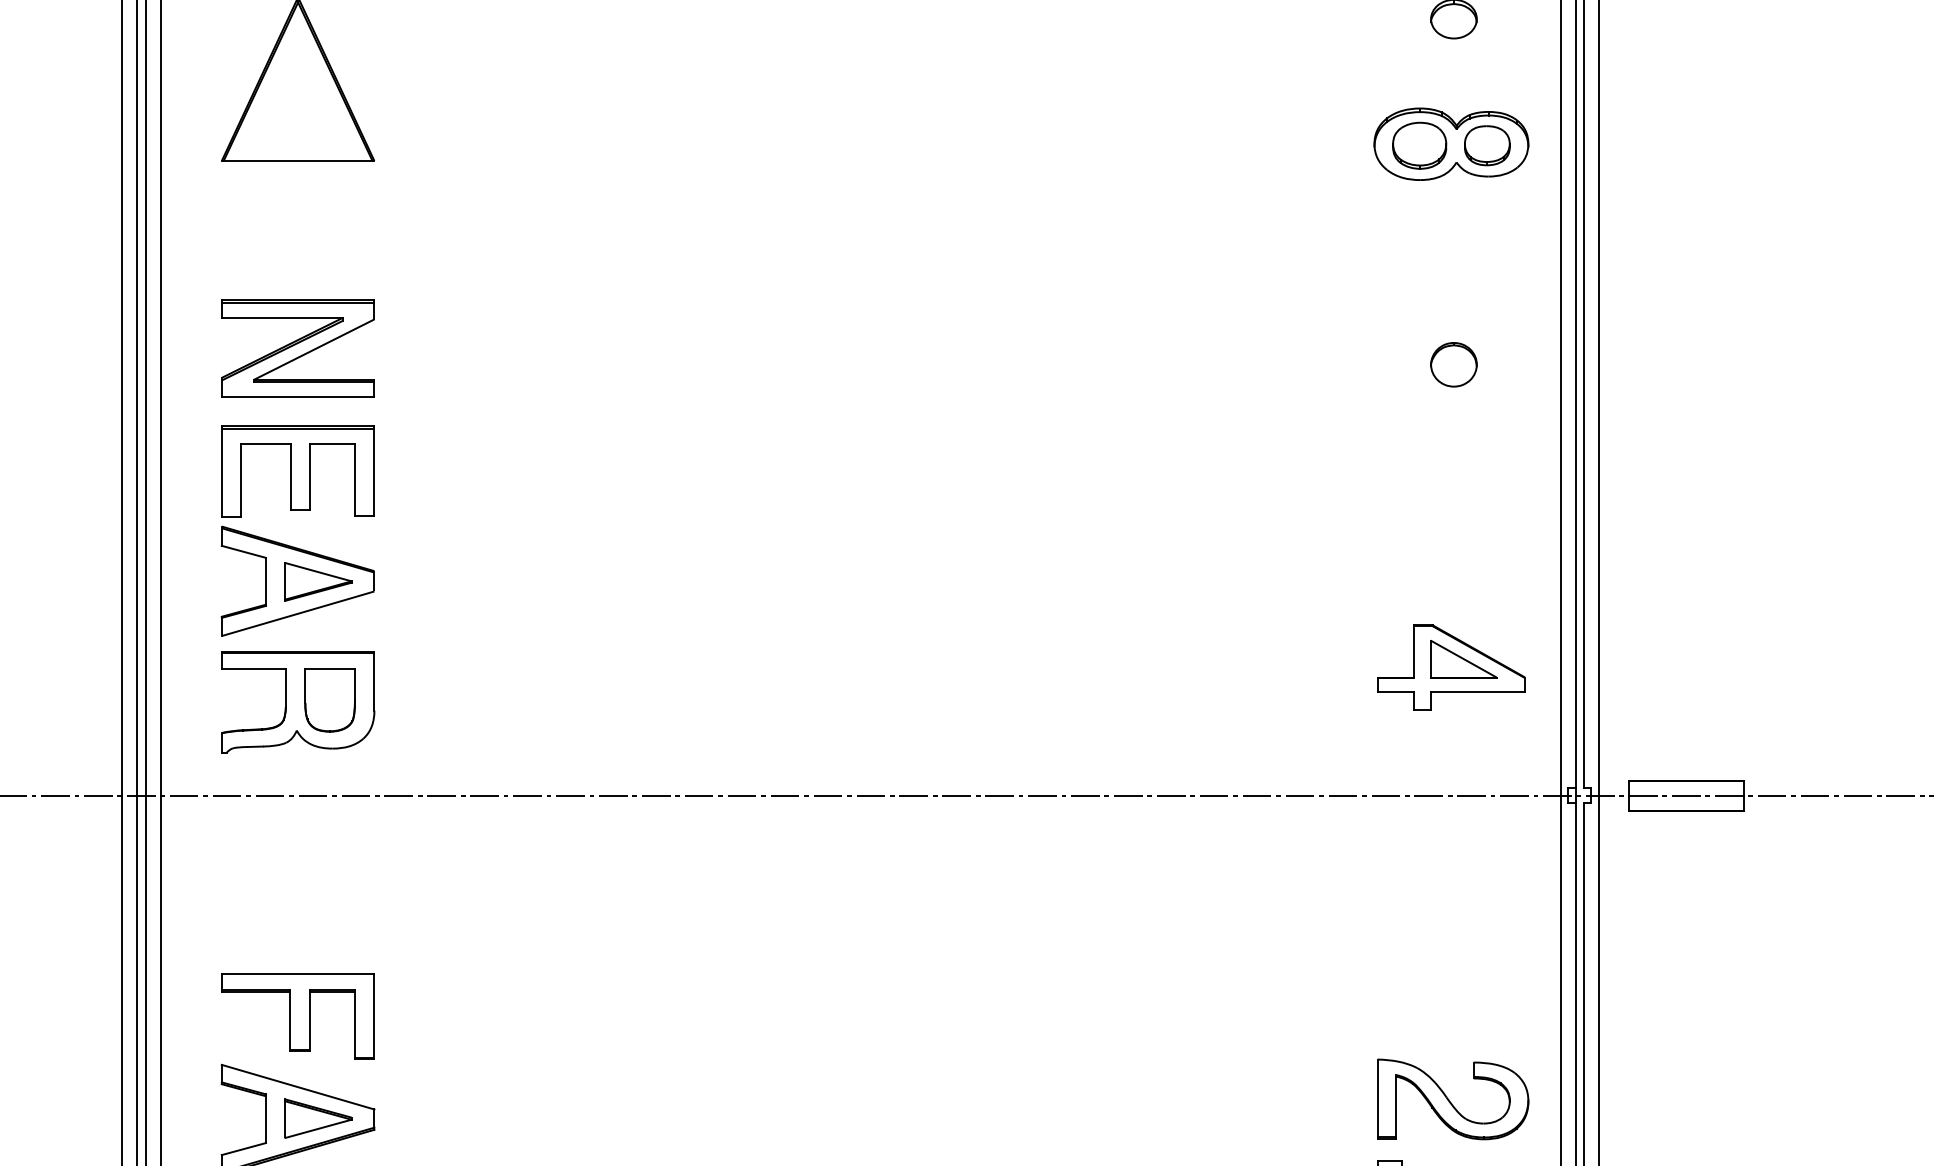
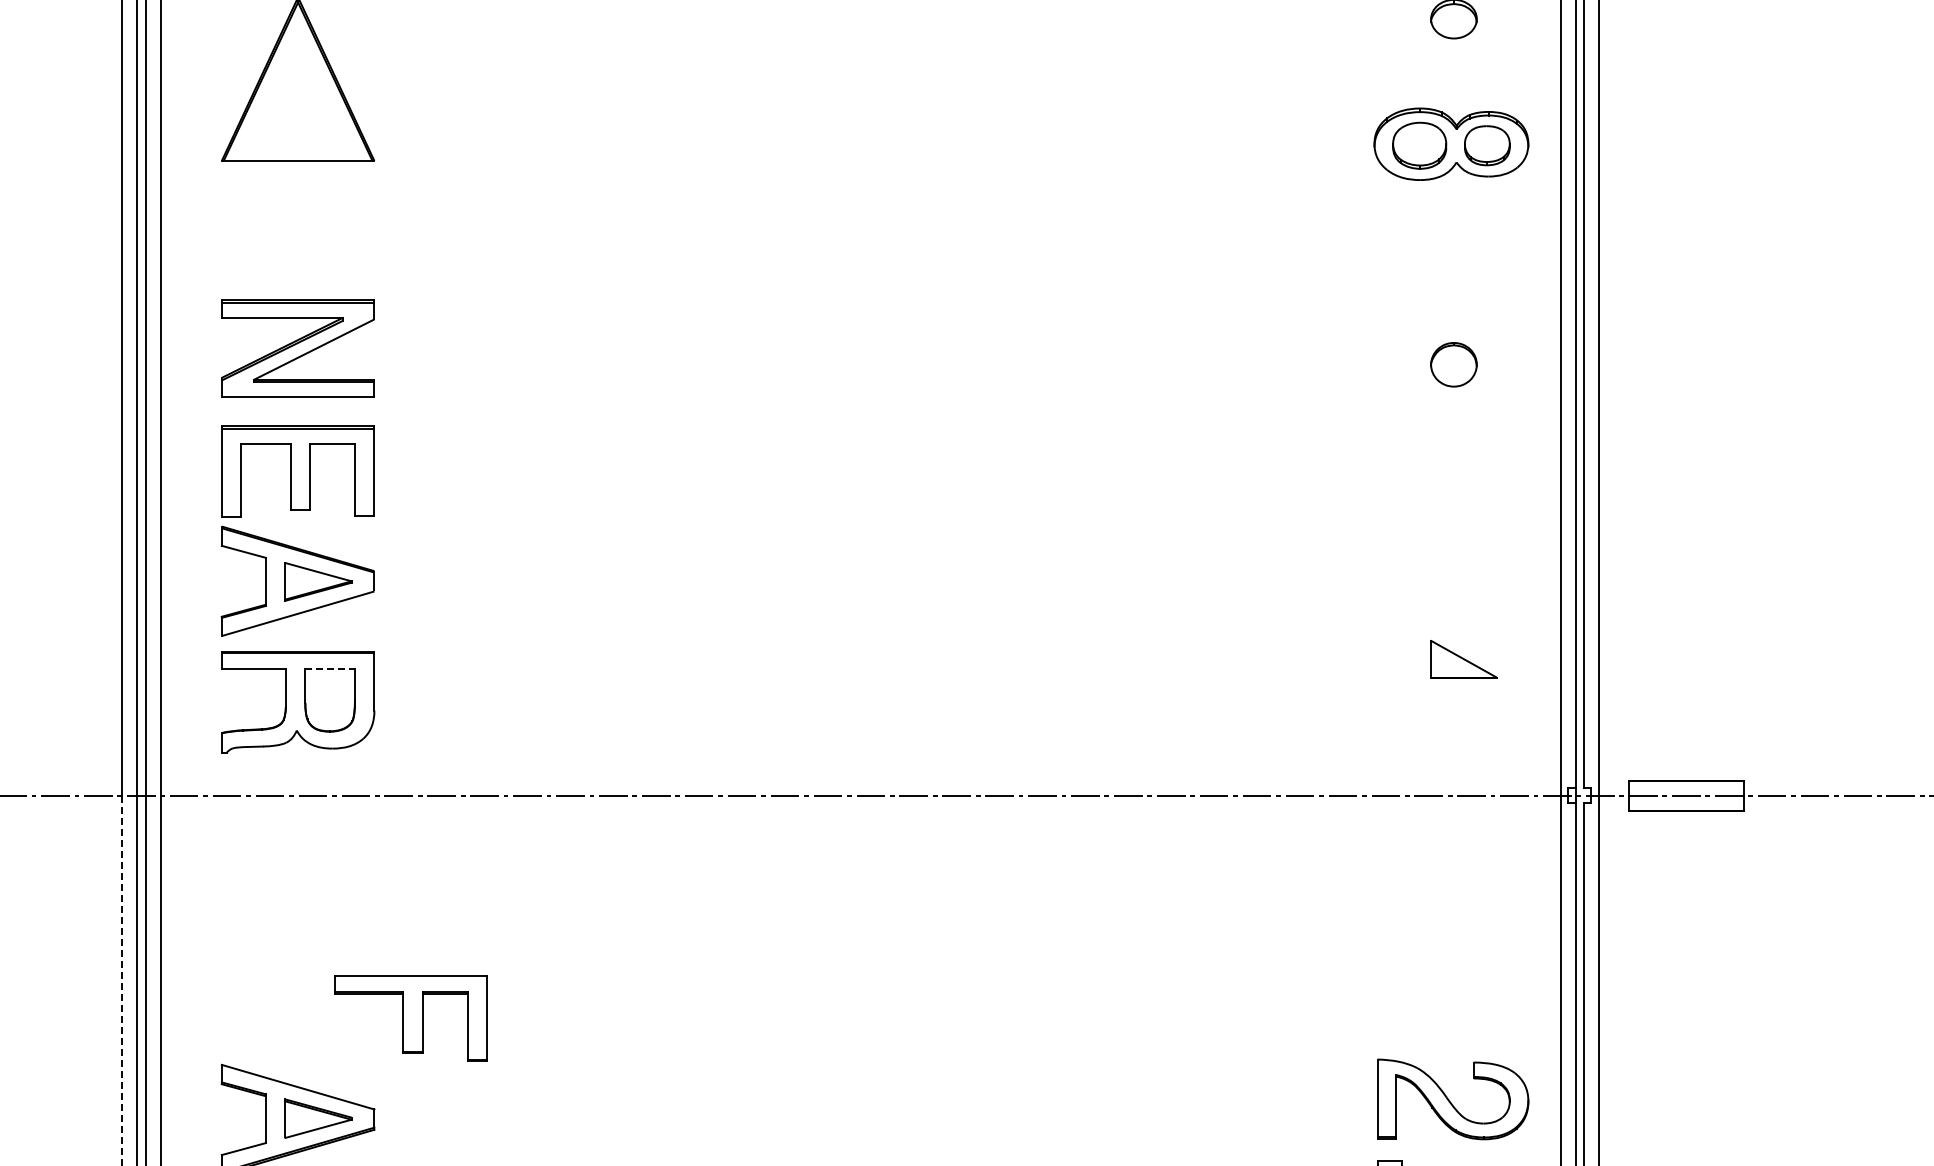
part at (1451, 667): present -> none
line at (330, 669): solid -> dashed
line at (122, 980): solid -> dashed
part at (297, 1016) position: (297, 1016) -> (410, 1018)
